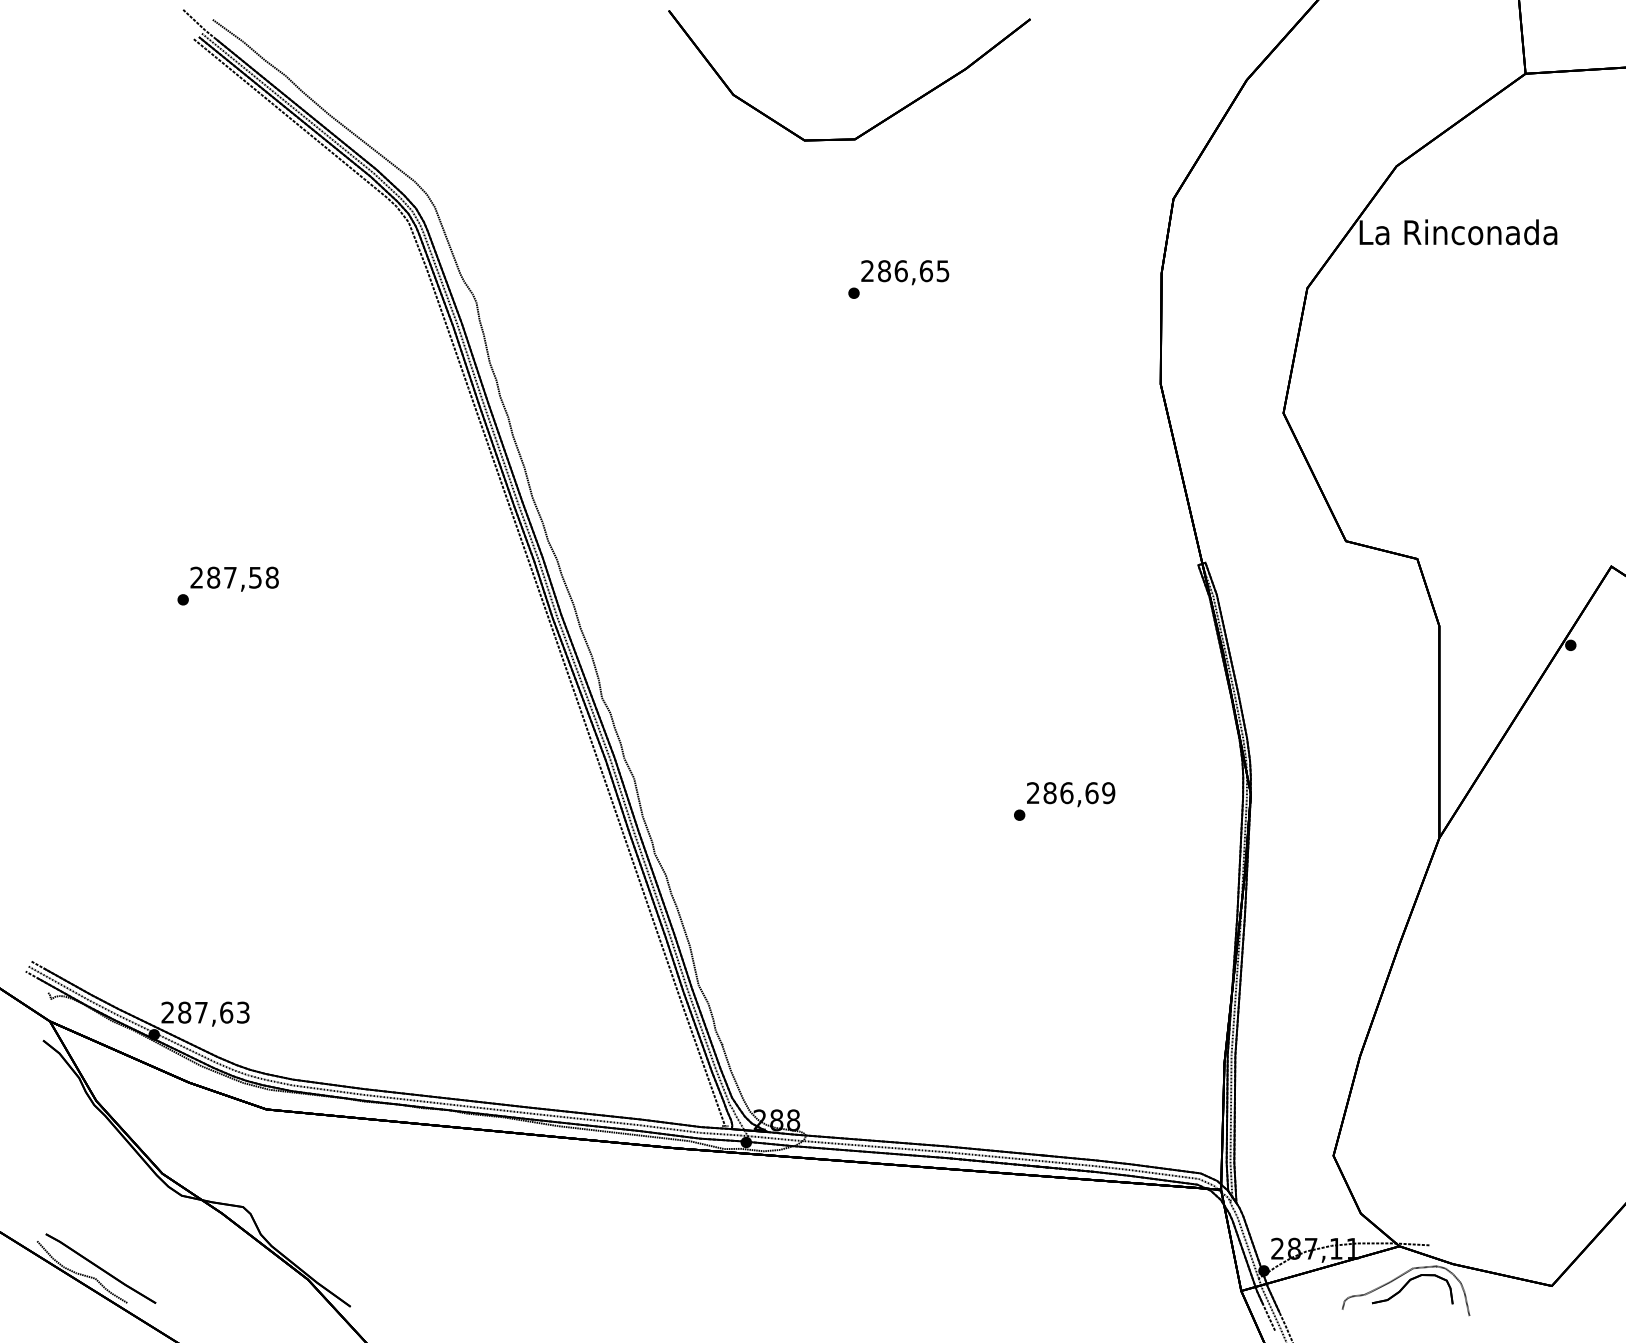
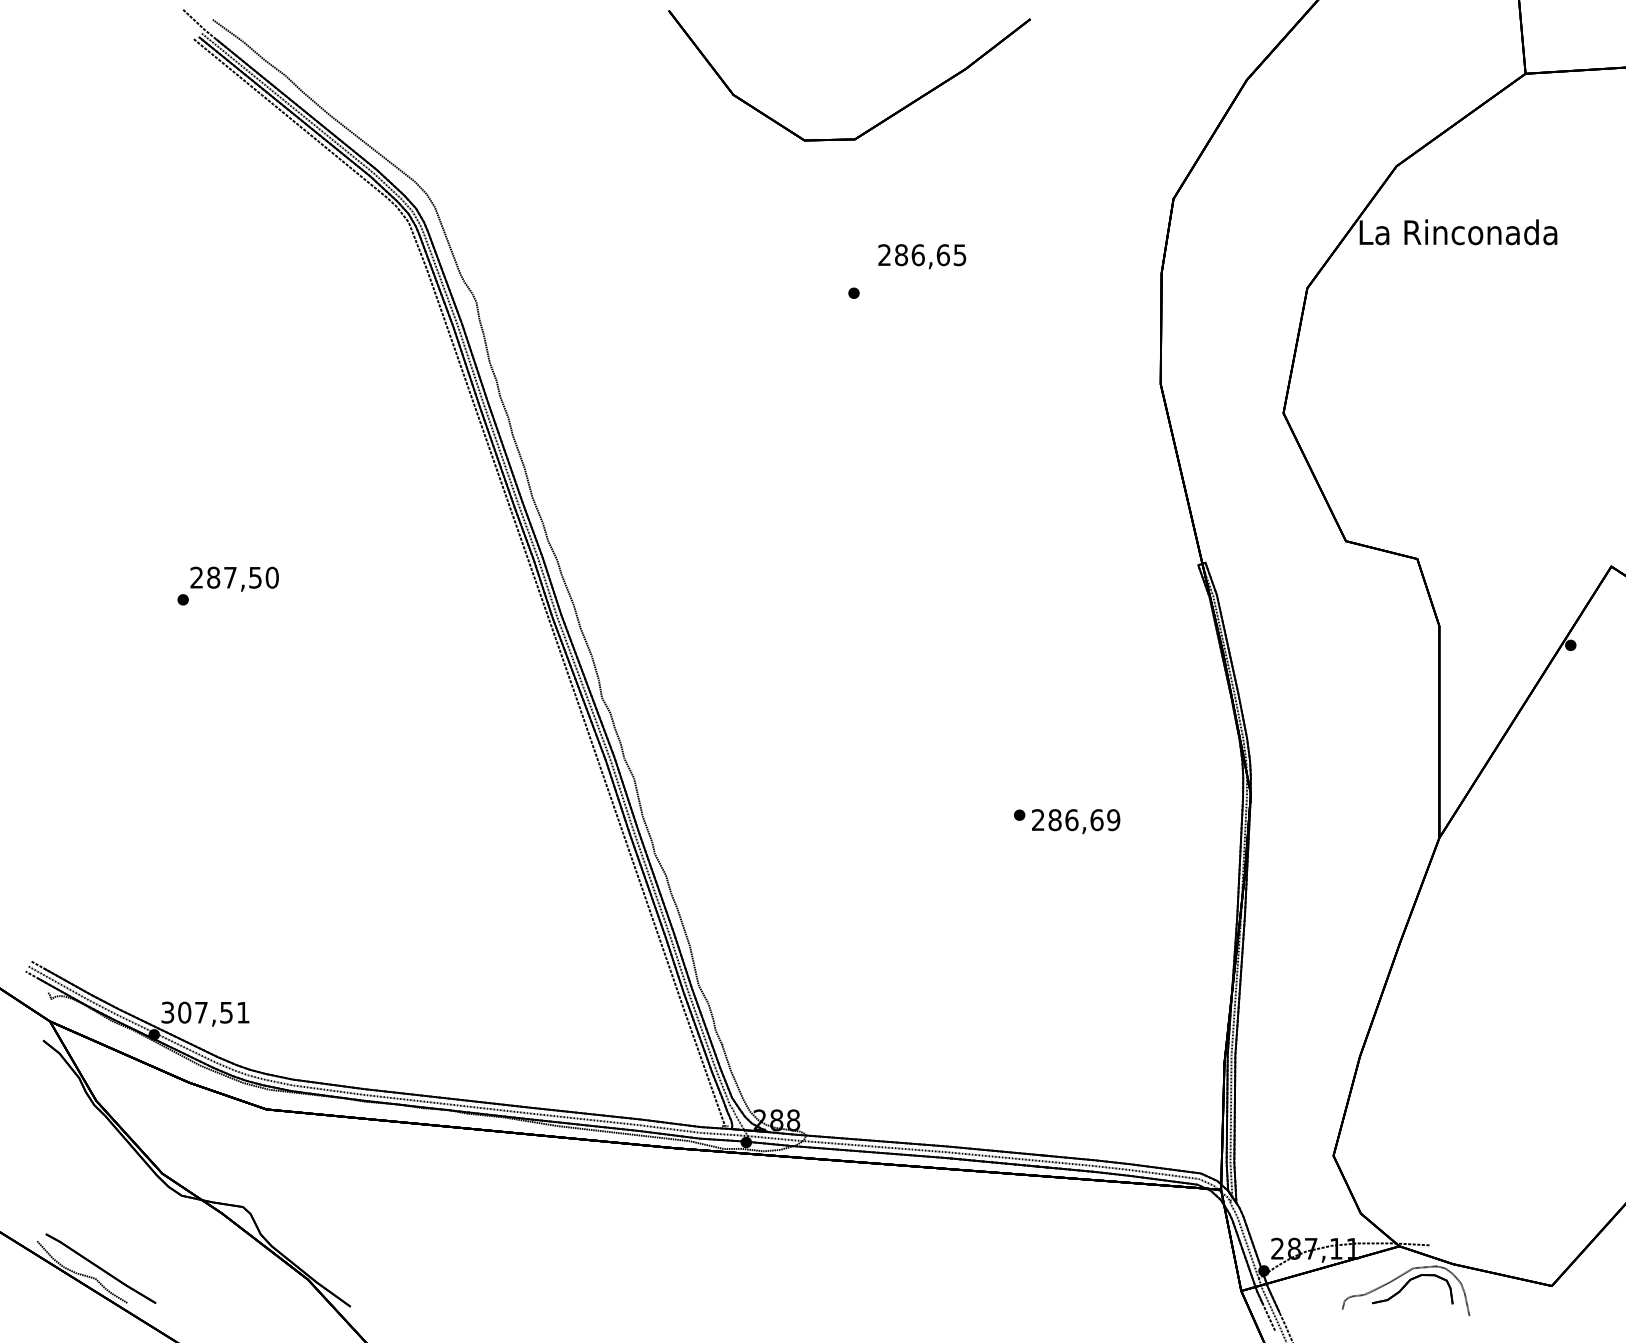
text at (905, 272) position: (905, 272) -> (922, 256)
text at (271, 577): 287,58 -> 287,50
text at (1071, 794) position: (1071, 794) -> (1076, 821)
text at (205, 1012): 287,63 -> 307,51
